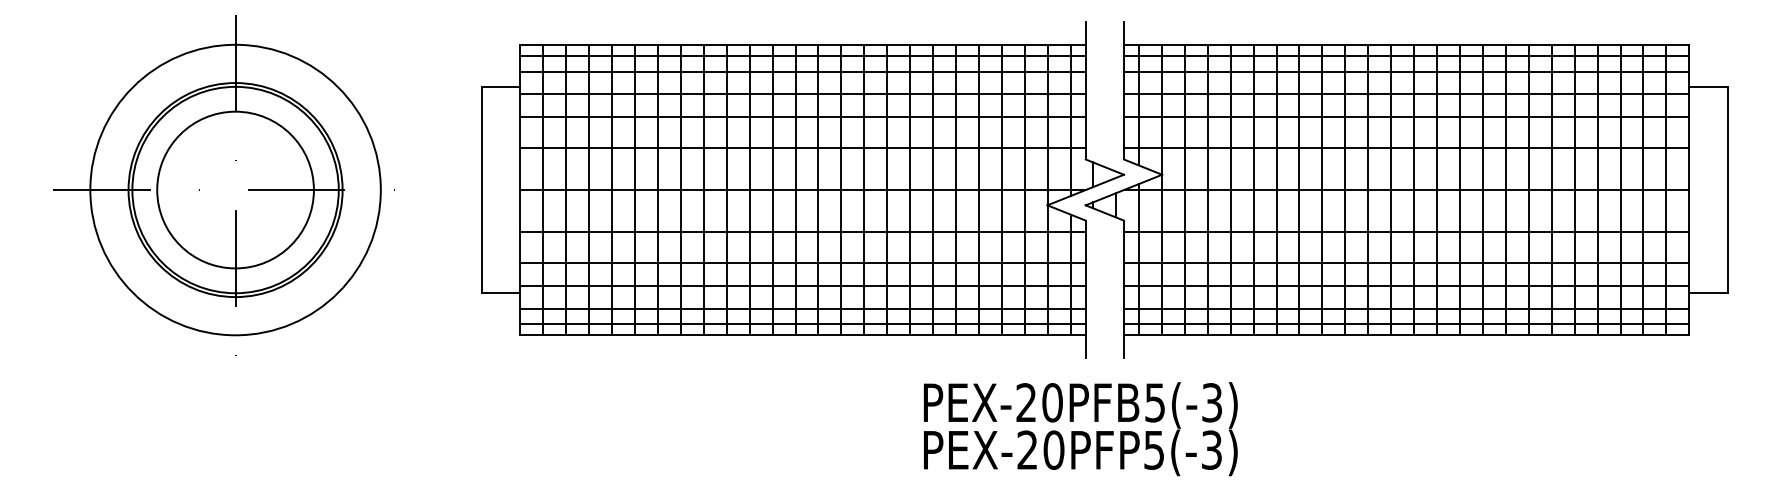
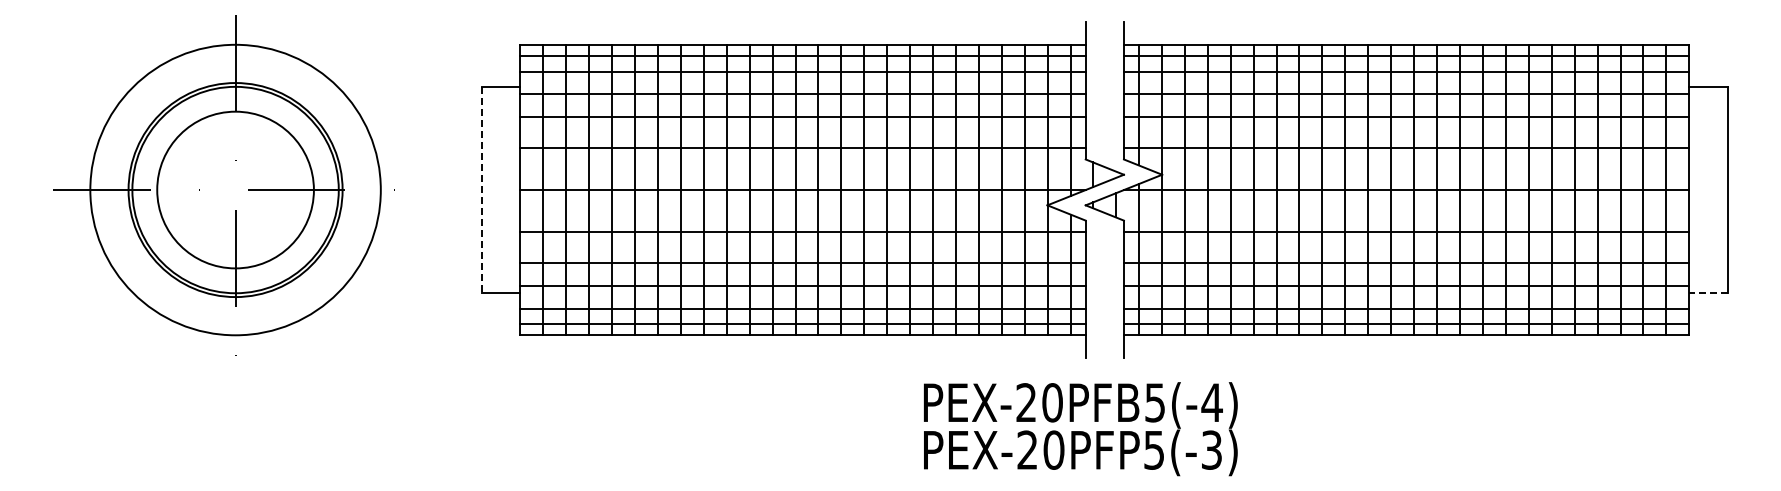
line at (482, 190): solid -> dashed
line at (1707, 293): solid -> dashed
text at (1211, 402): PEX-20PFB5(-3) -> PEX-20PFB5(-4)
